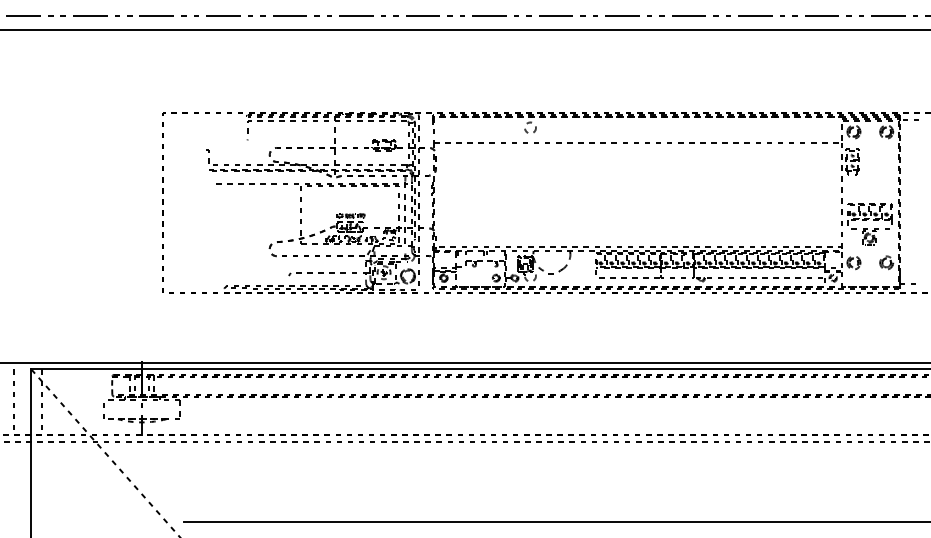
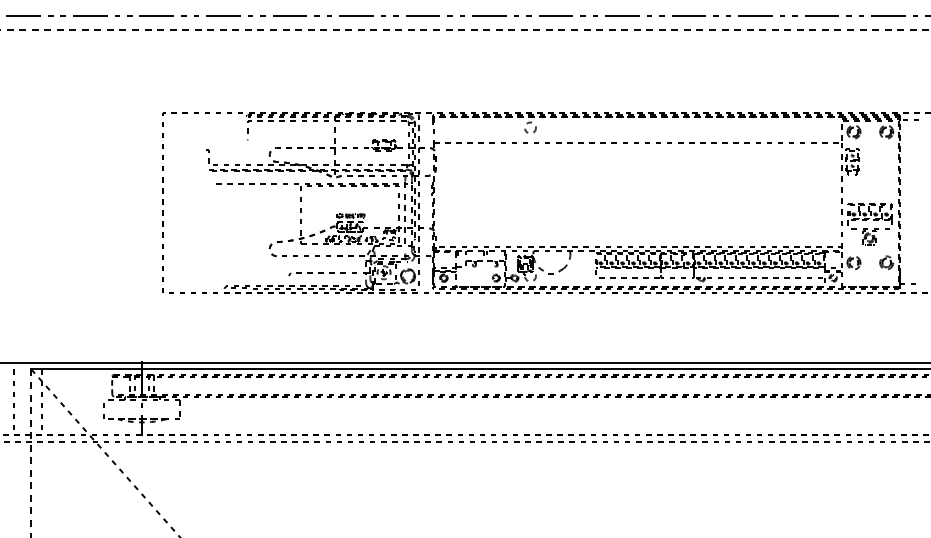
line at (465, 29): solid -> dashed
line at (31, 453): solid -> dashed
line at (555, 521): present -> none
